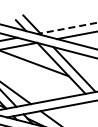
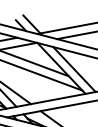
line at (66, 28): dashed -> solid
line at (42, 75): none -> present
